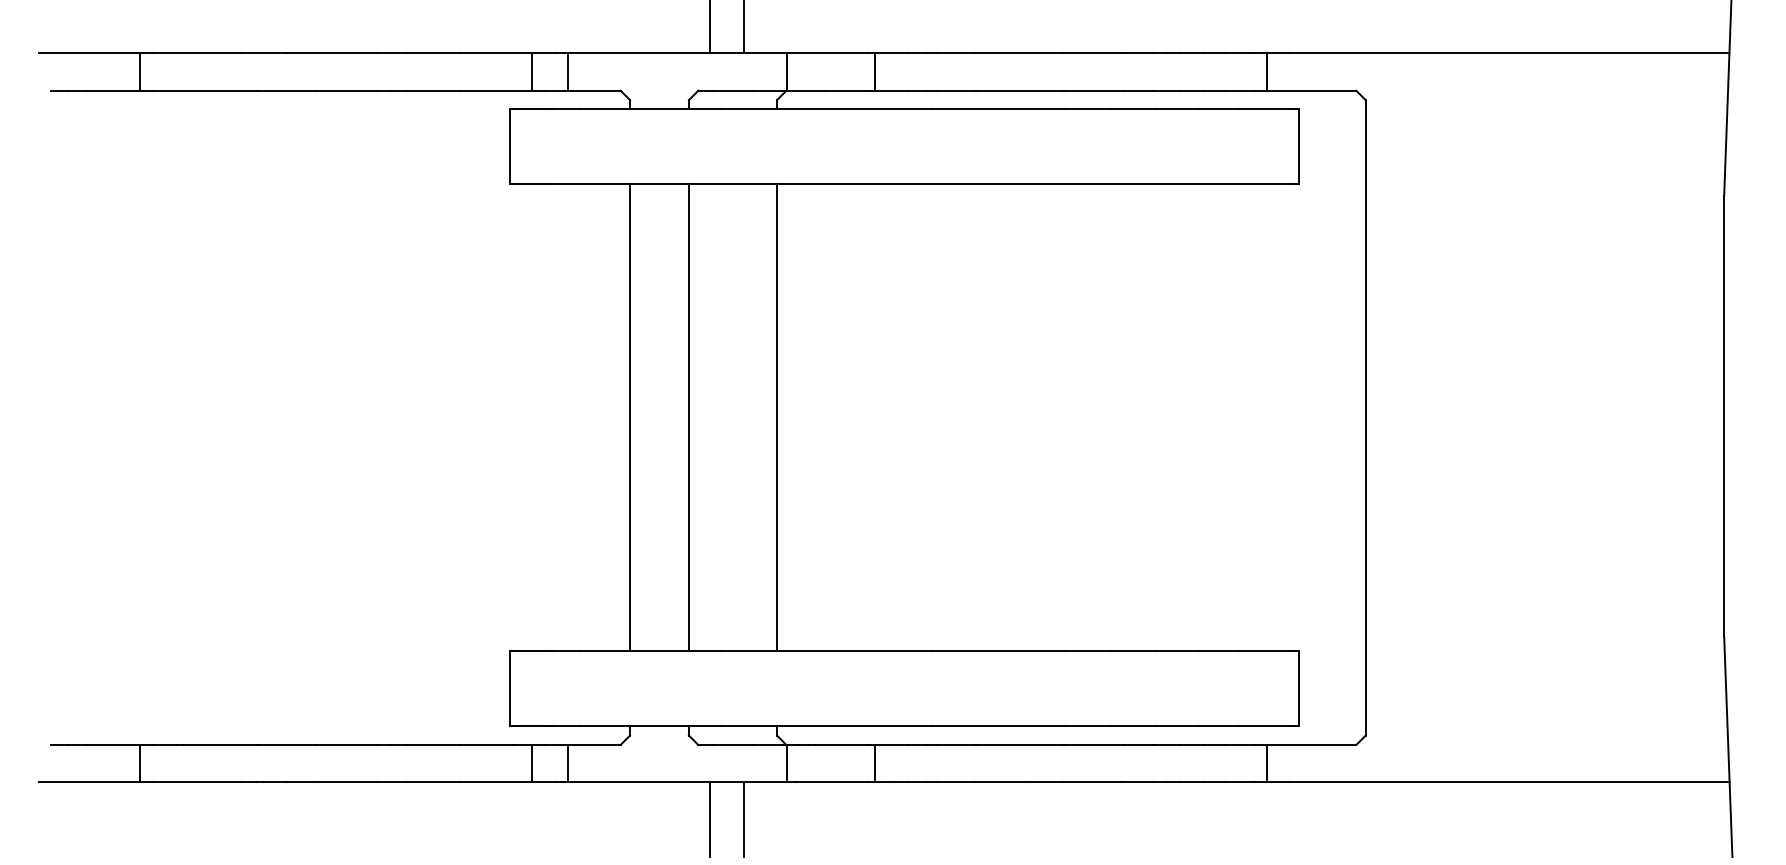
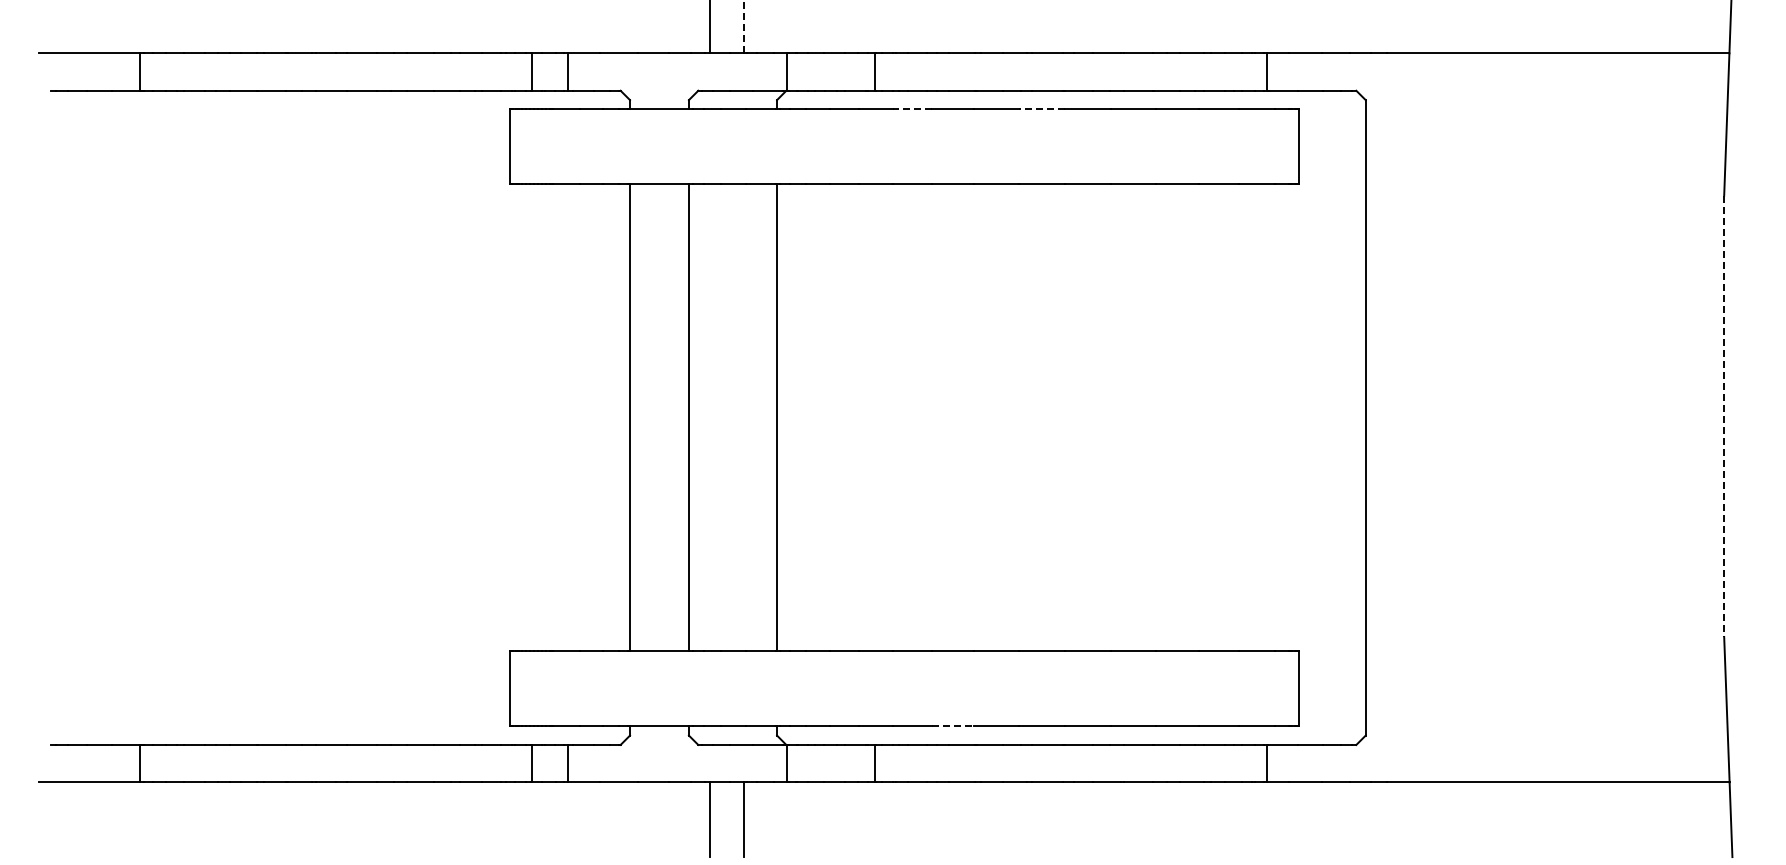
line at (744, 26): solid -> dashed
line at (912, 109): solid -> dashed
line at (1042, 109): solid -> dashed
line at (1724, 416): solid -> dashed
line at (953, 726): solid -> dashed
